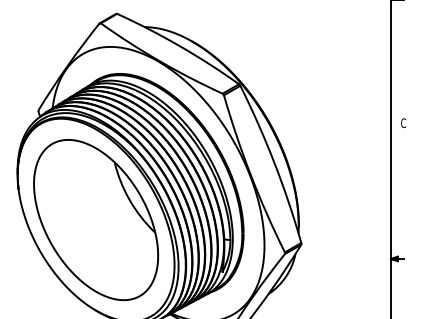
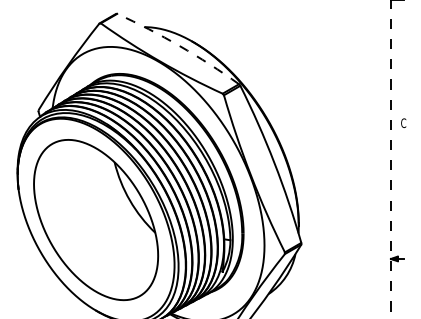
arc at (179, 46): solid -> dashed
line at (391, 159): solid -> dashed
